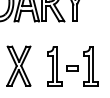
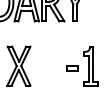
part at (54, 66): present -> none
